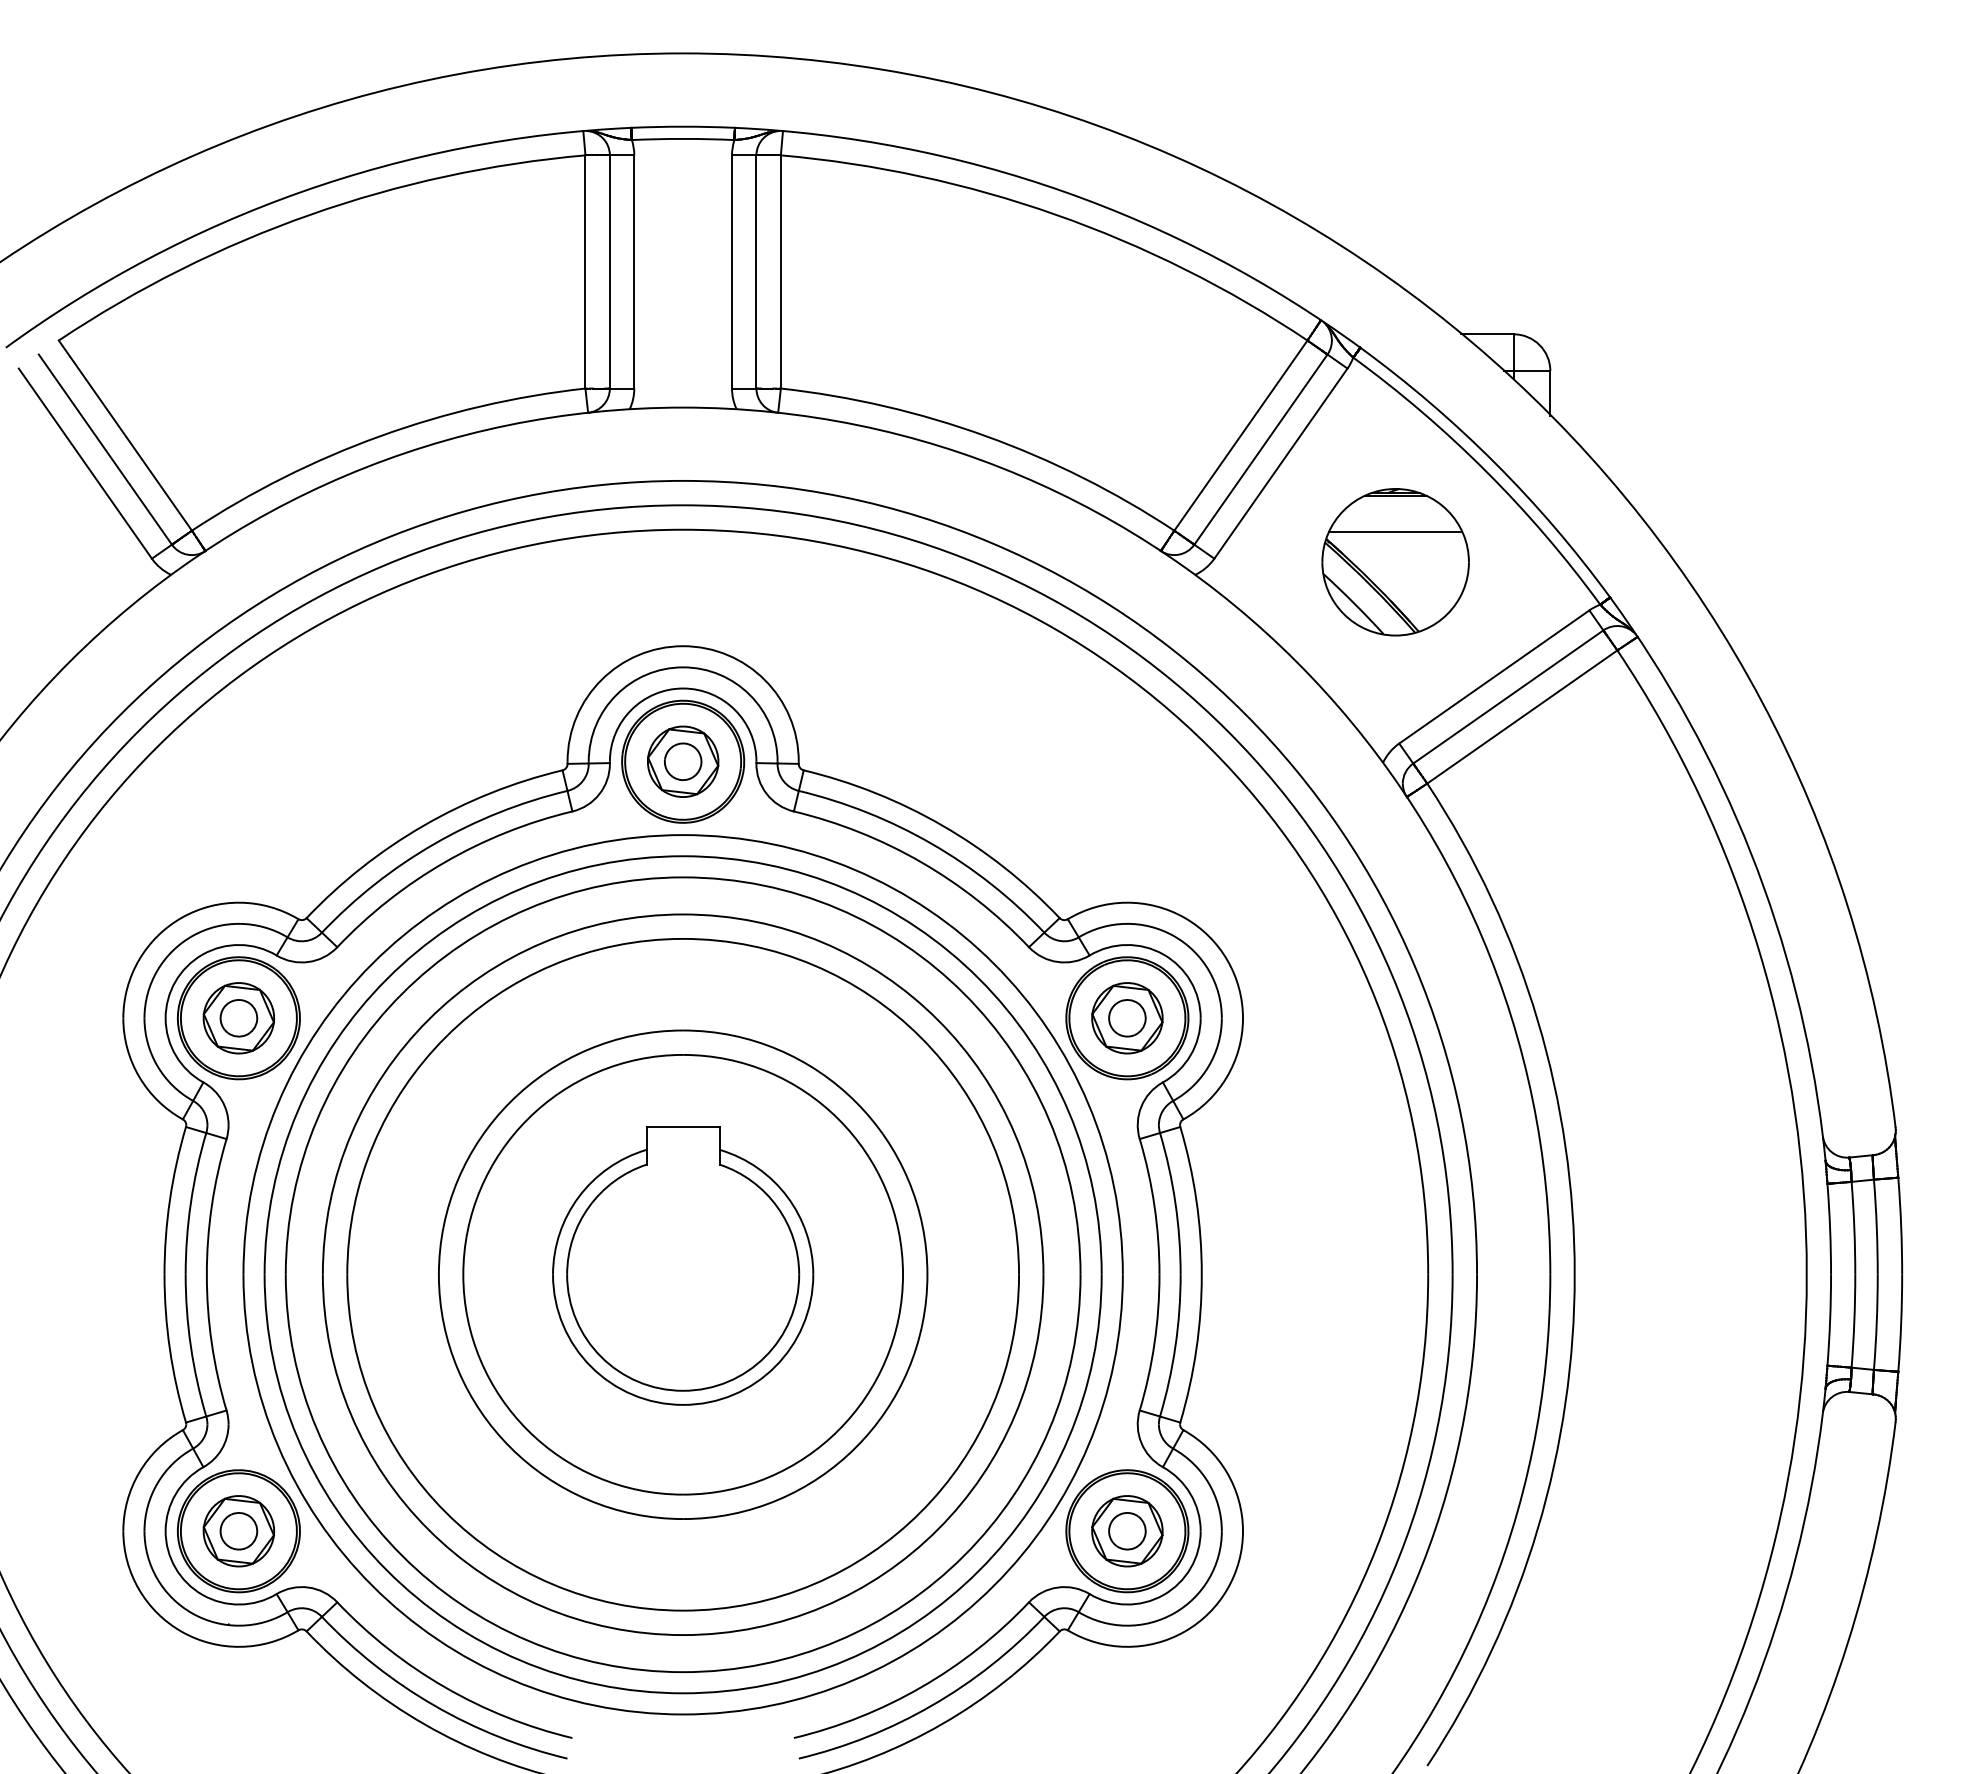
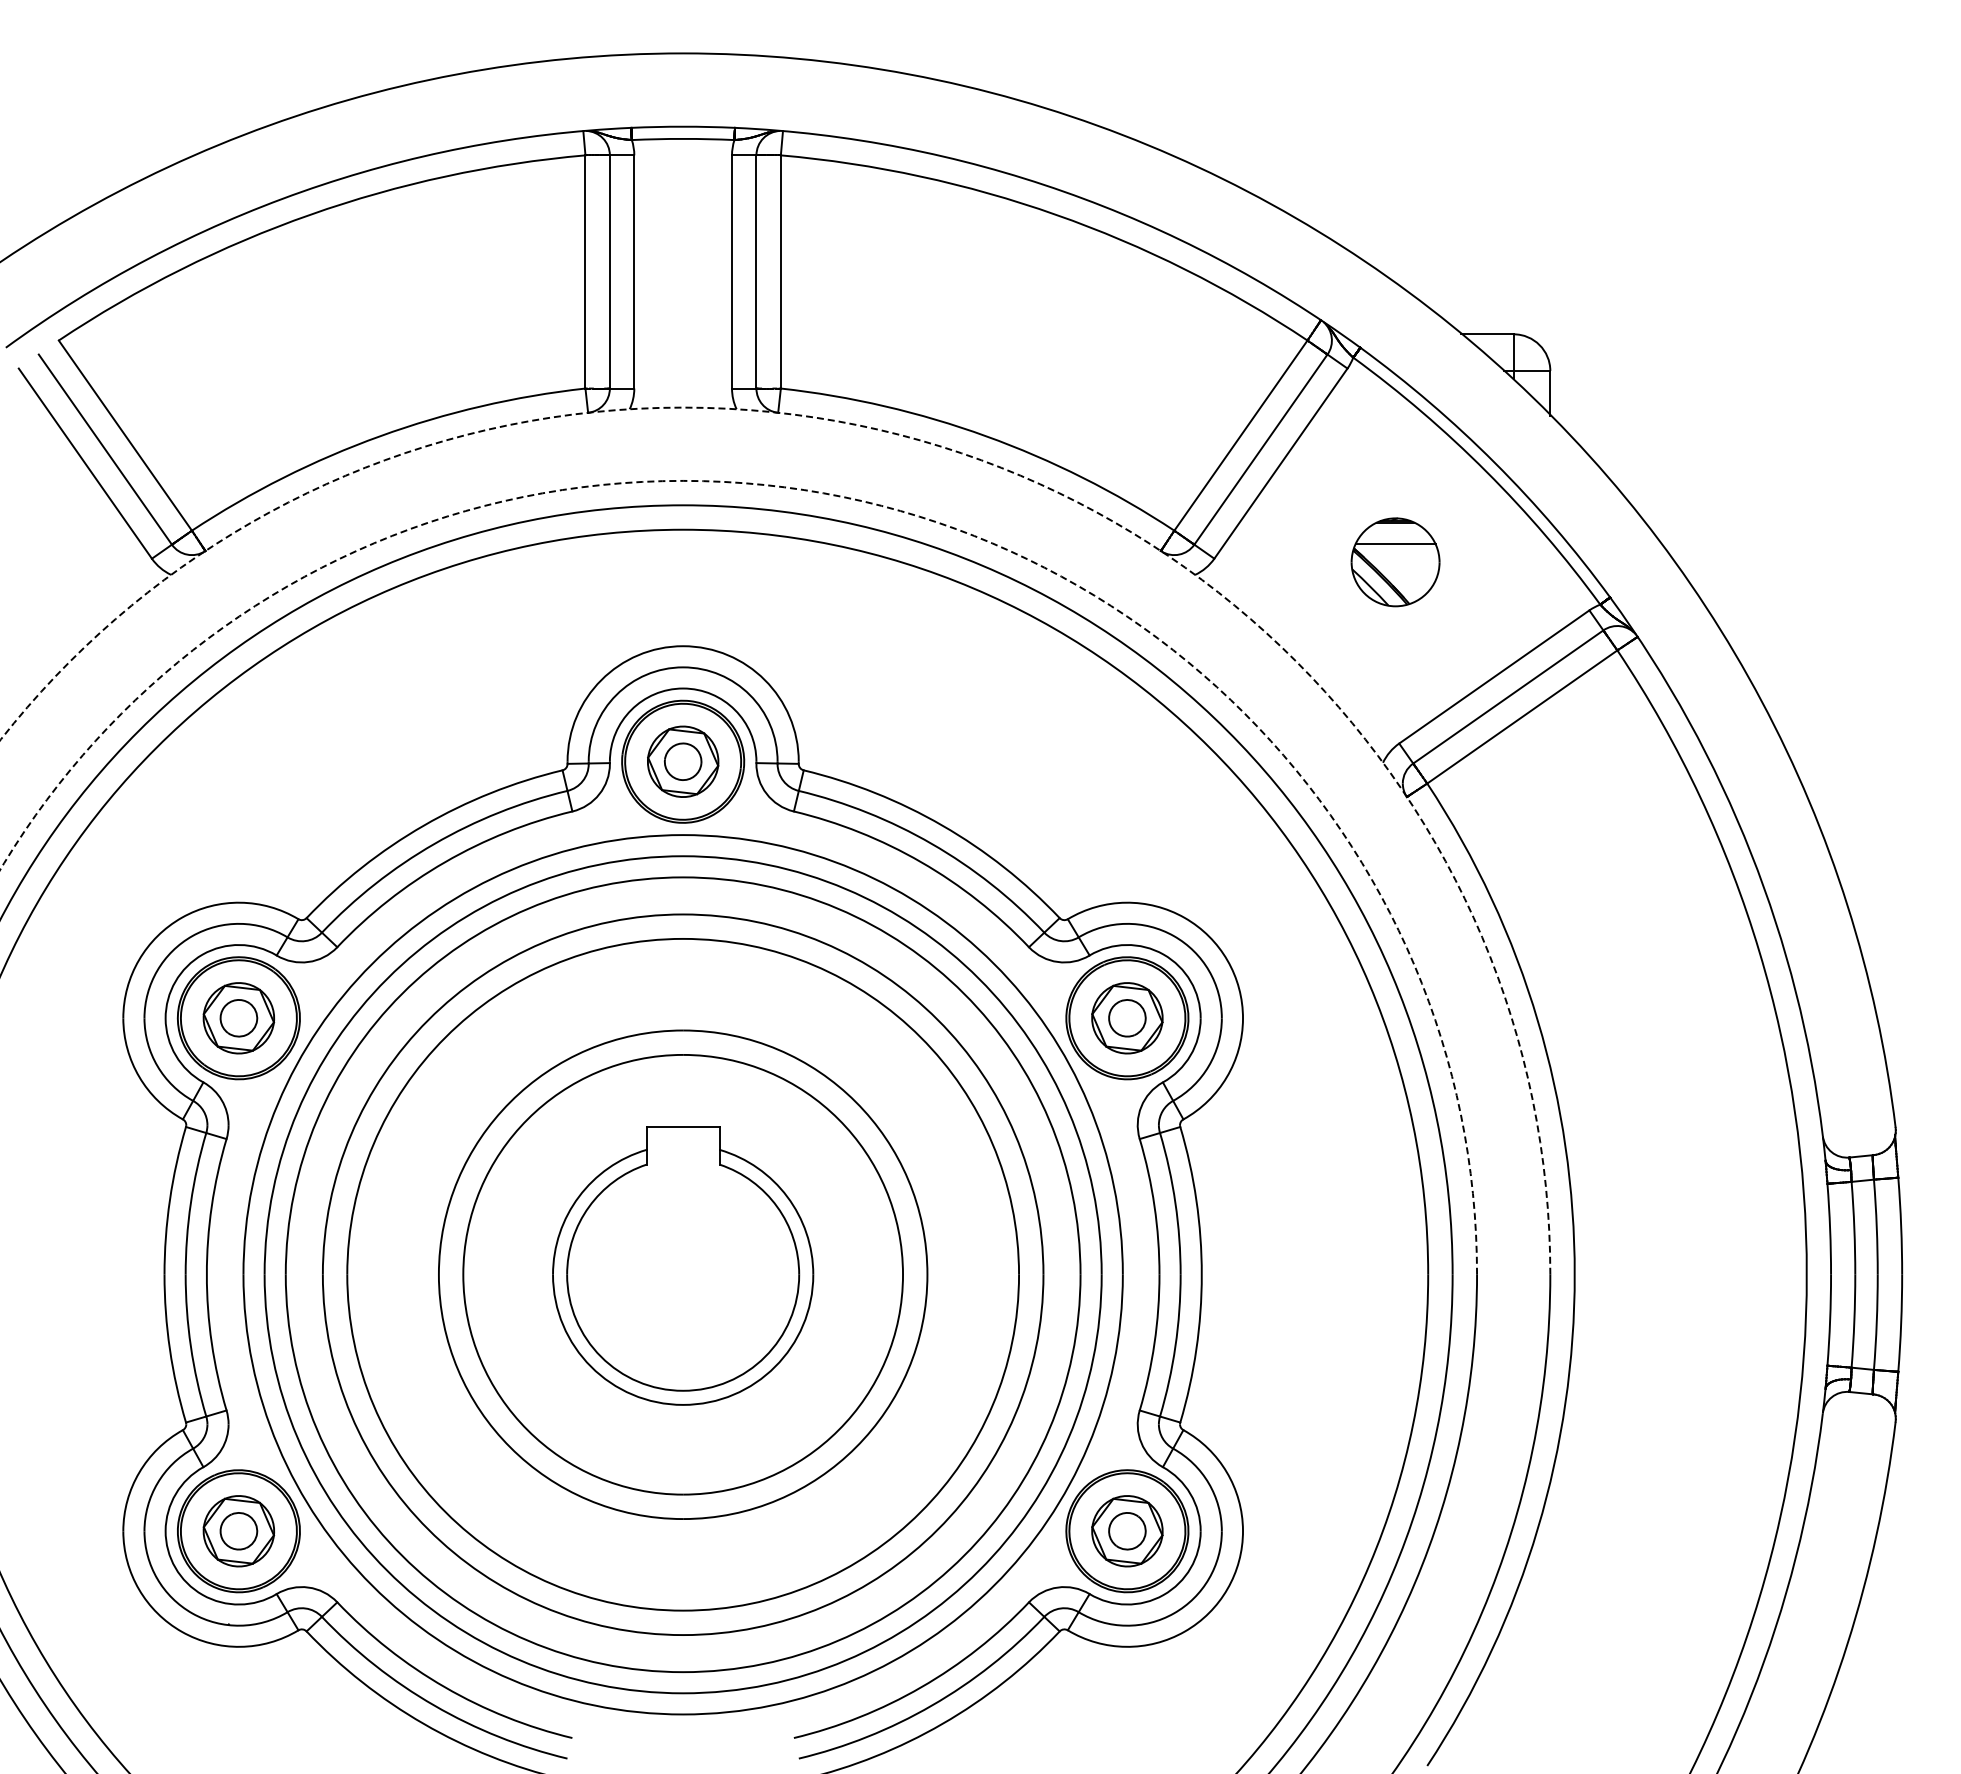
arc at (964, 454): solid -> dashed
arc at (893, 509): solid -> dashed
part at (1395, 562) size: 149x149 px -> 91x91 px
